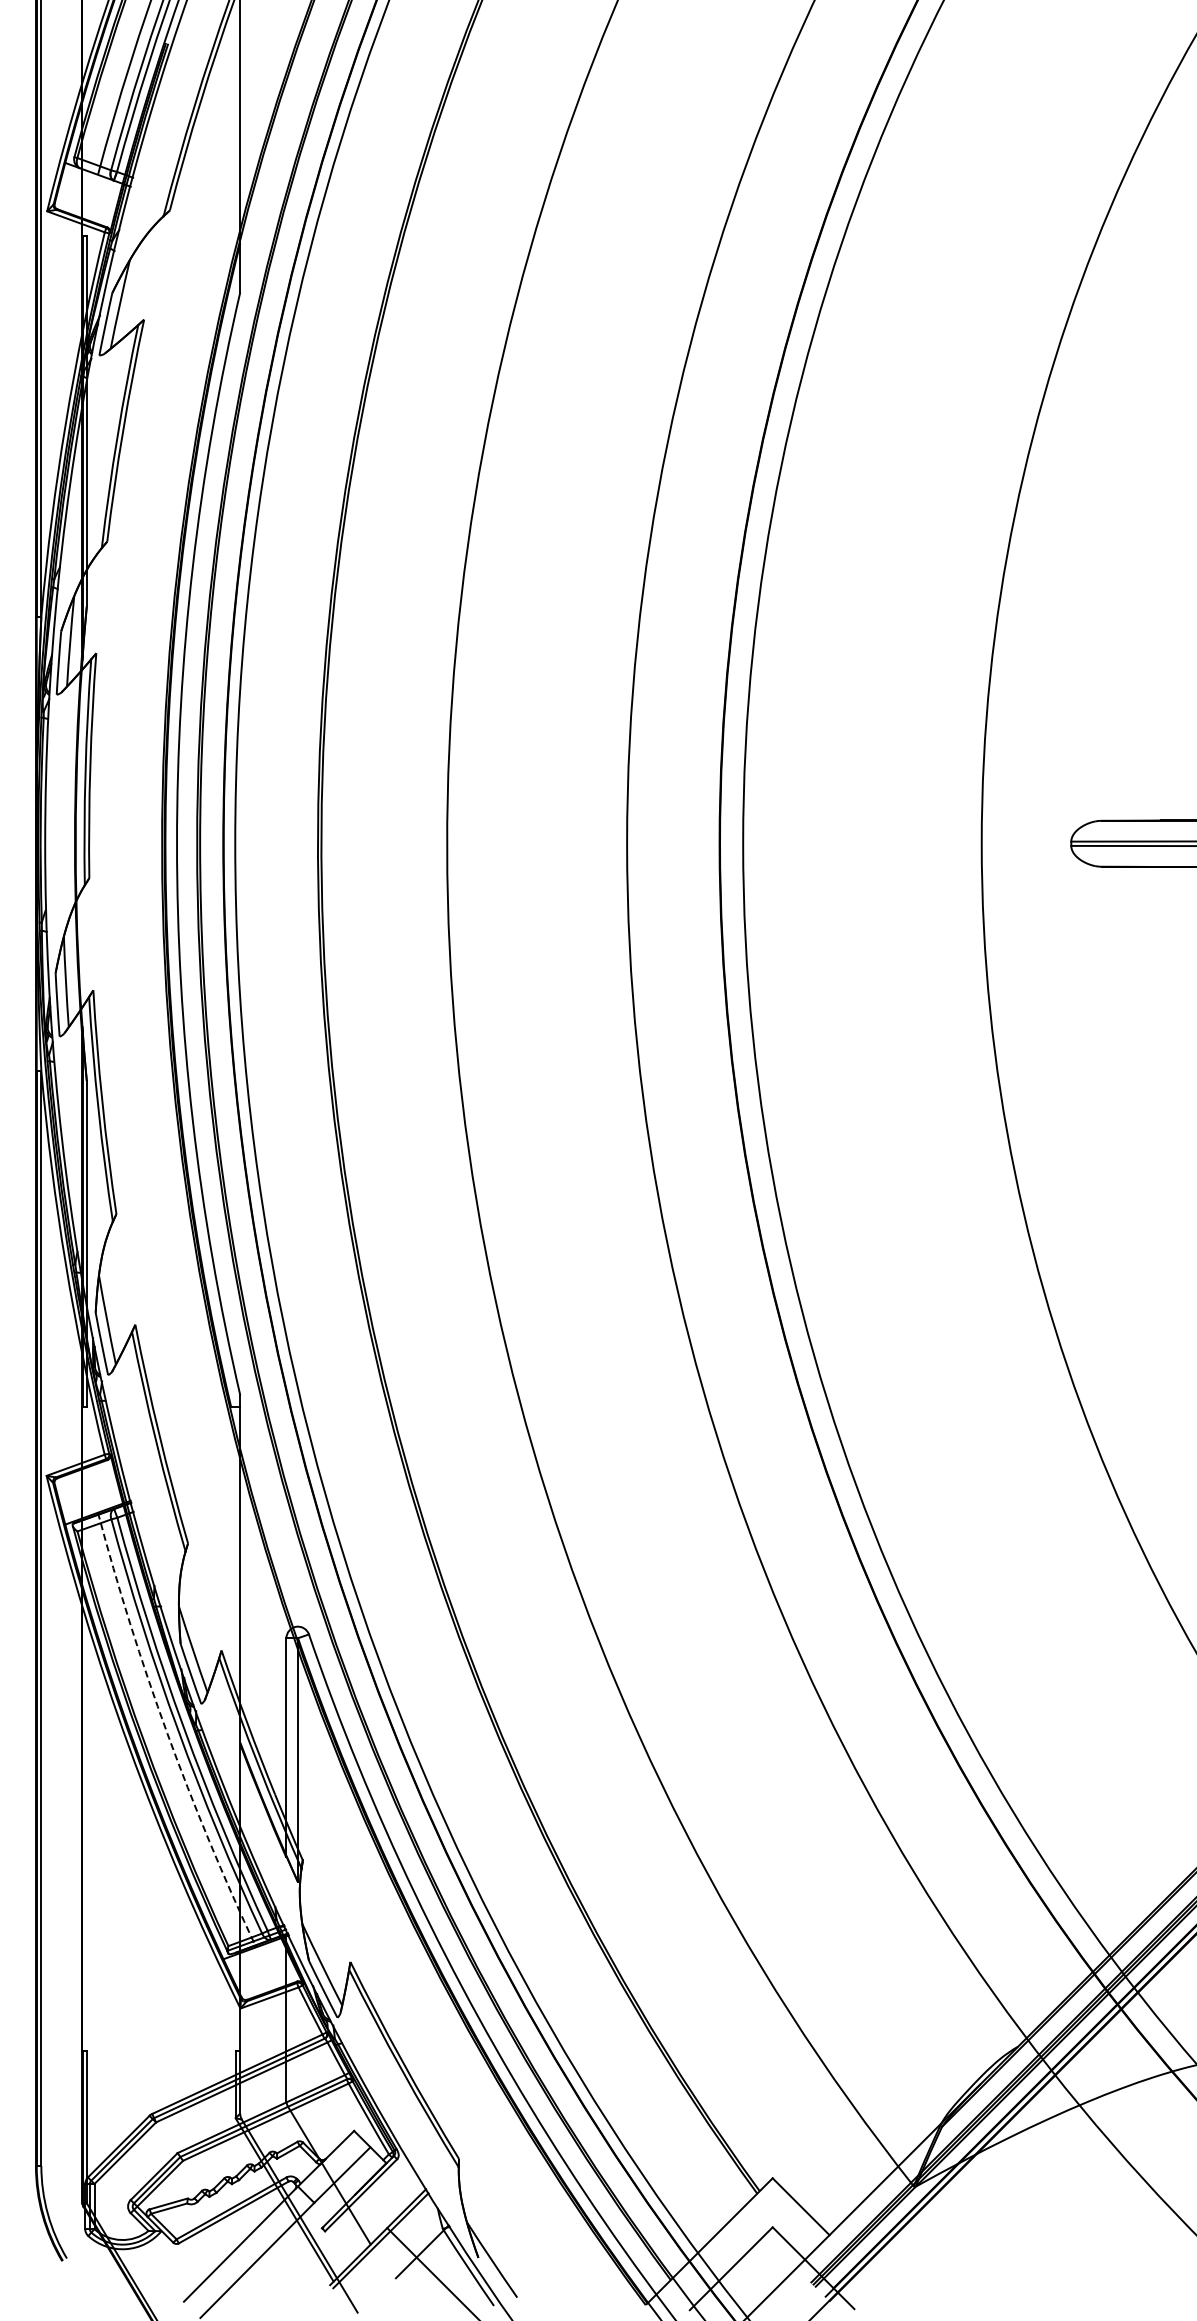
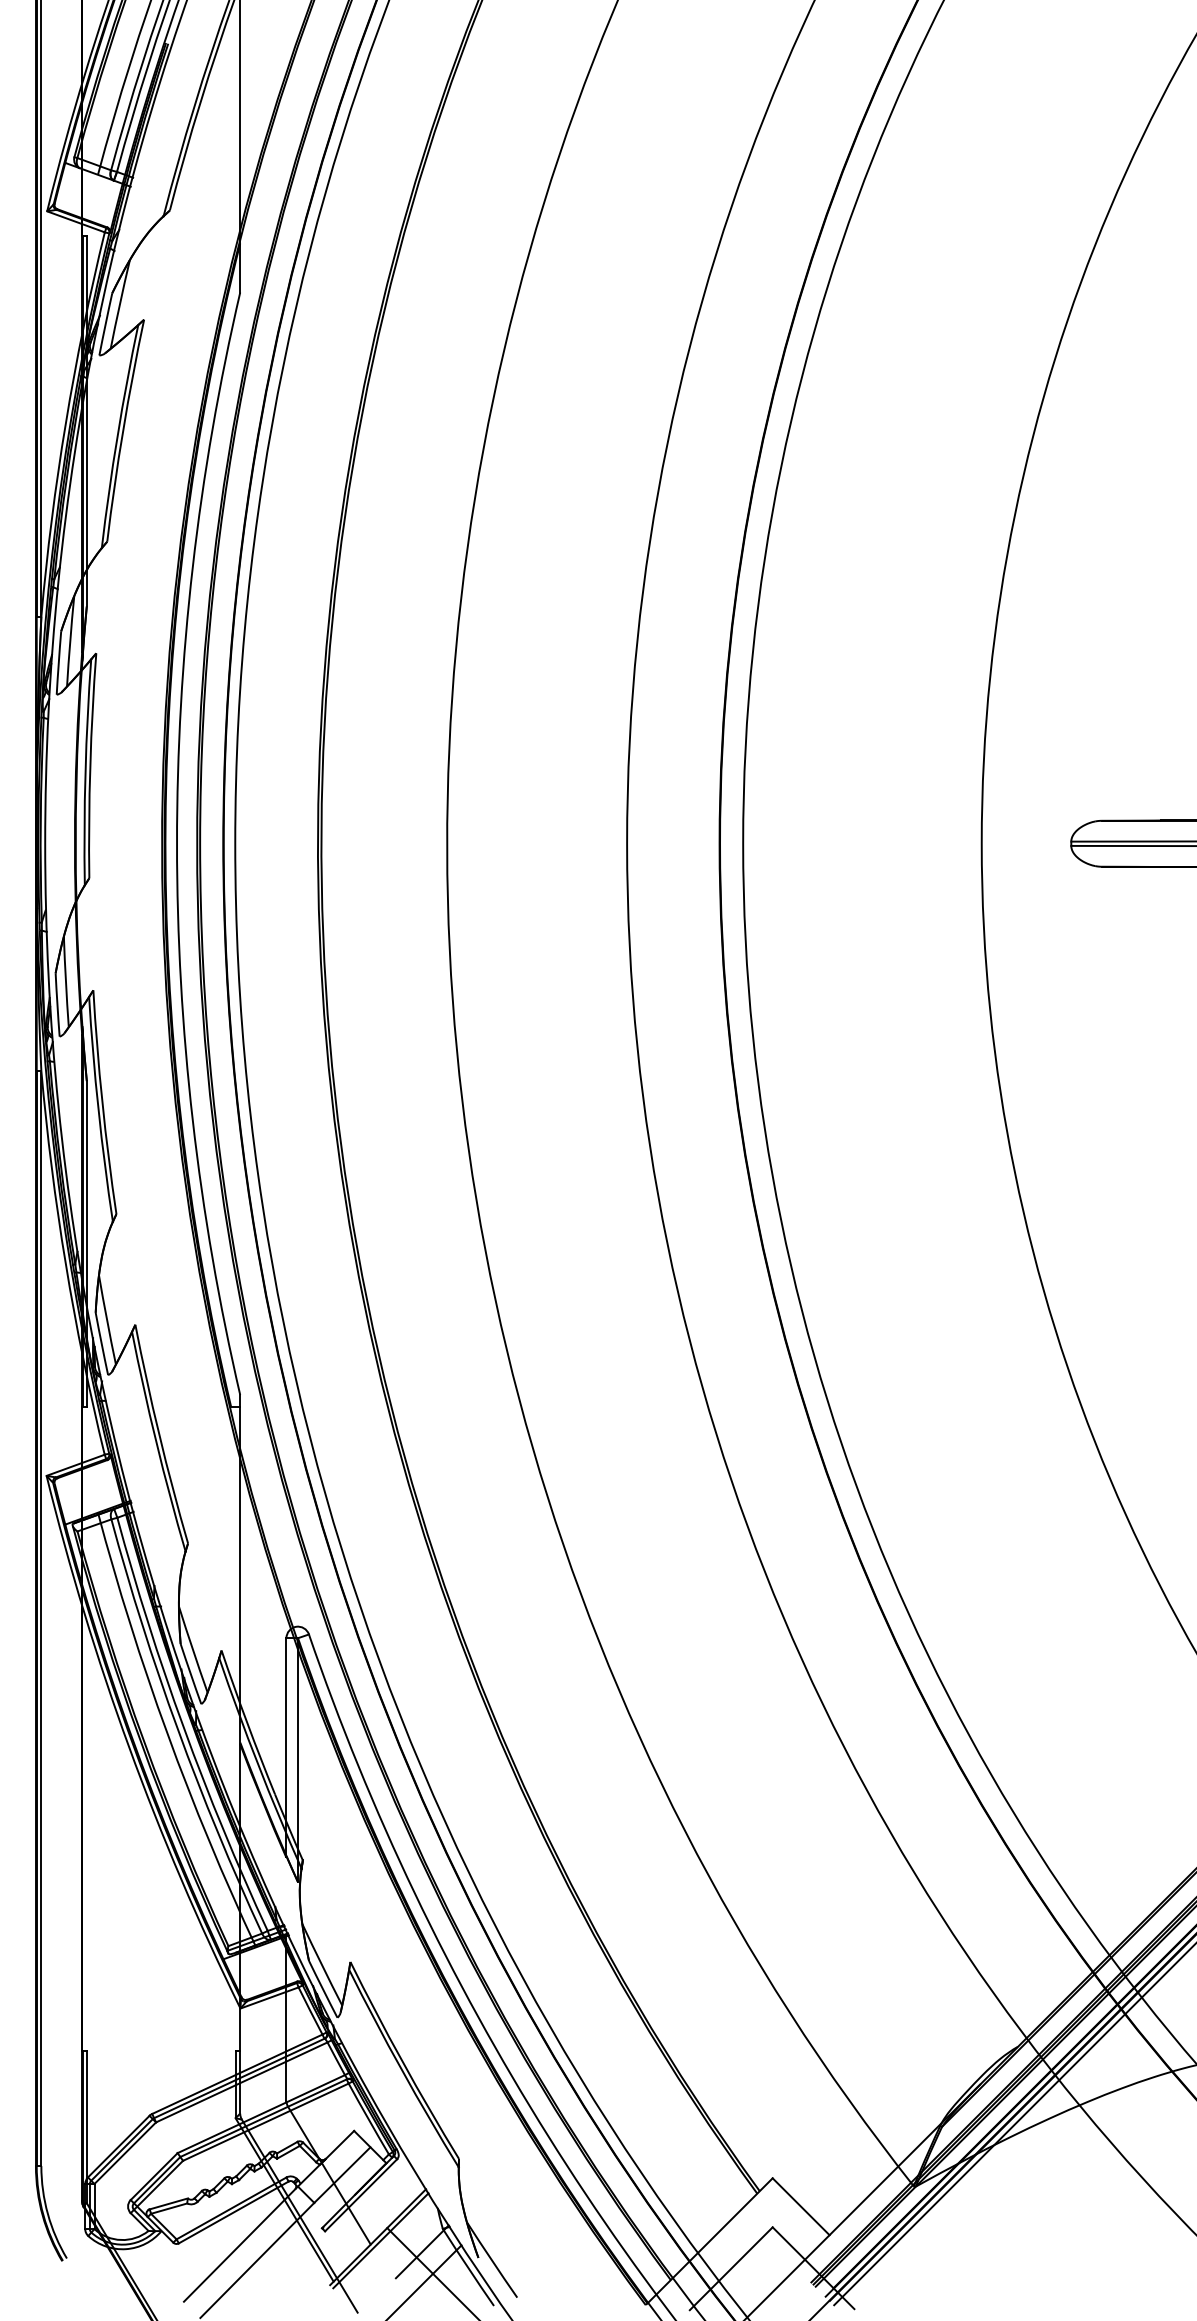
arc at (167, 1733): dashed -> solid
line at (1013, 2125): none -> present
line at (425, 2281): none -> present
